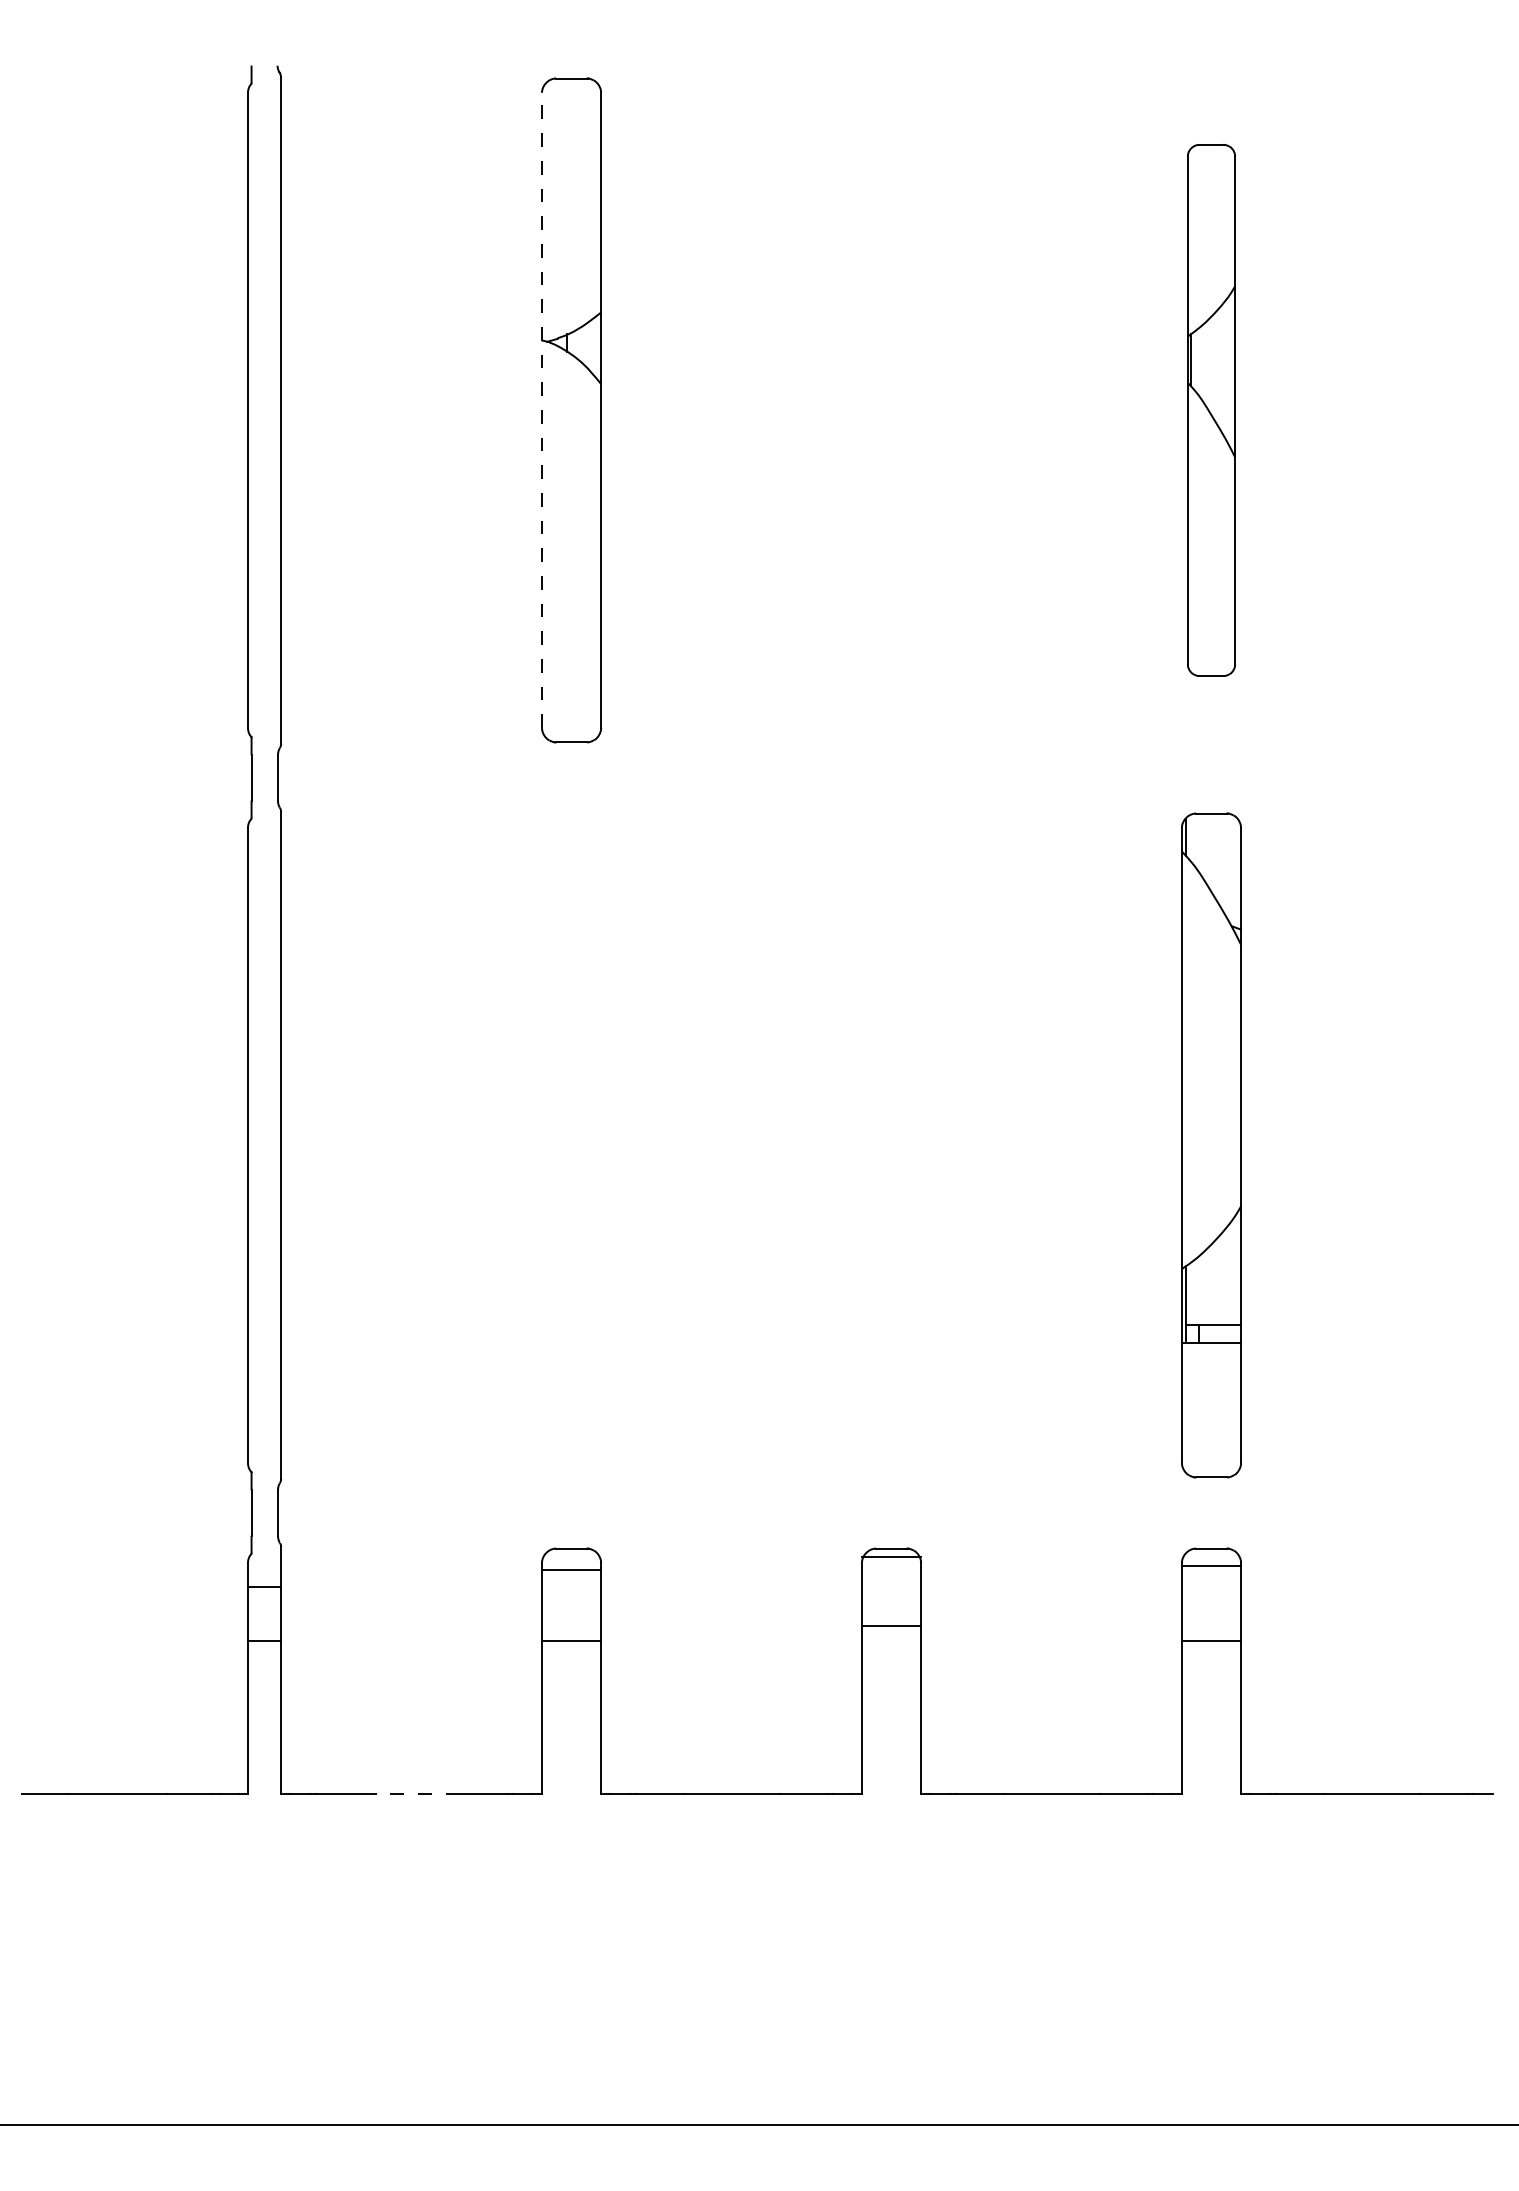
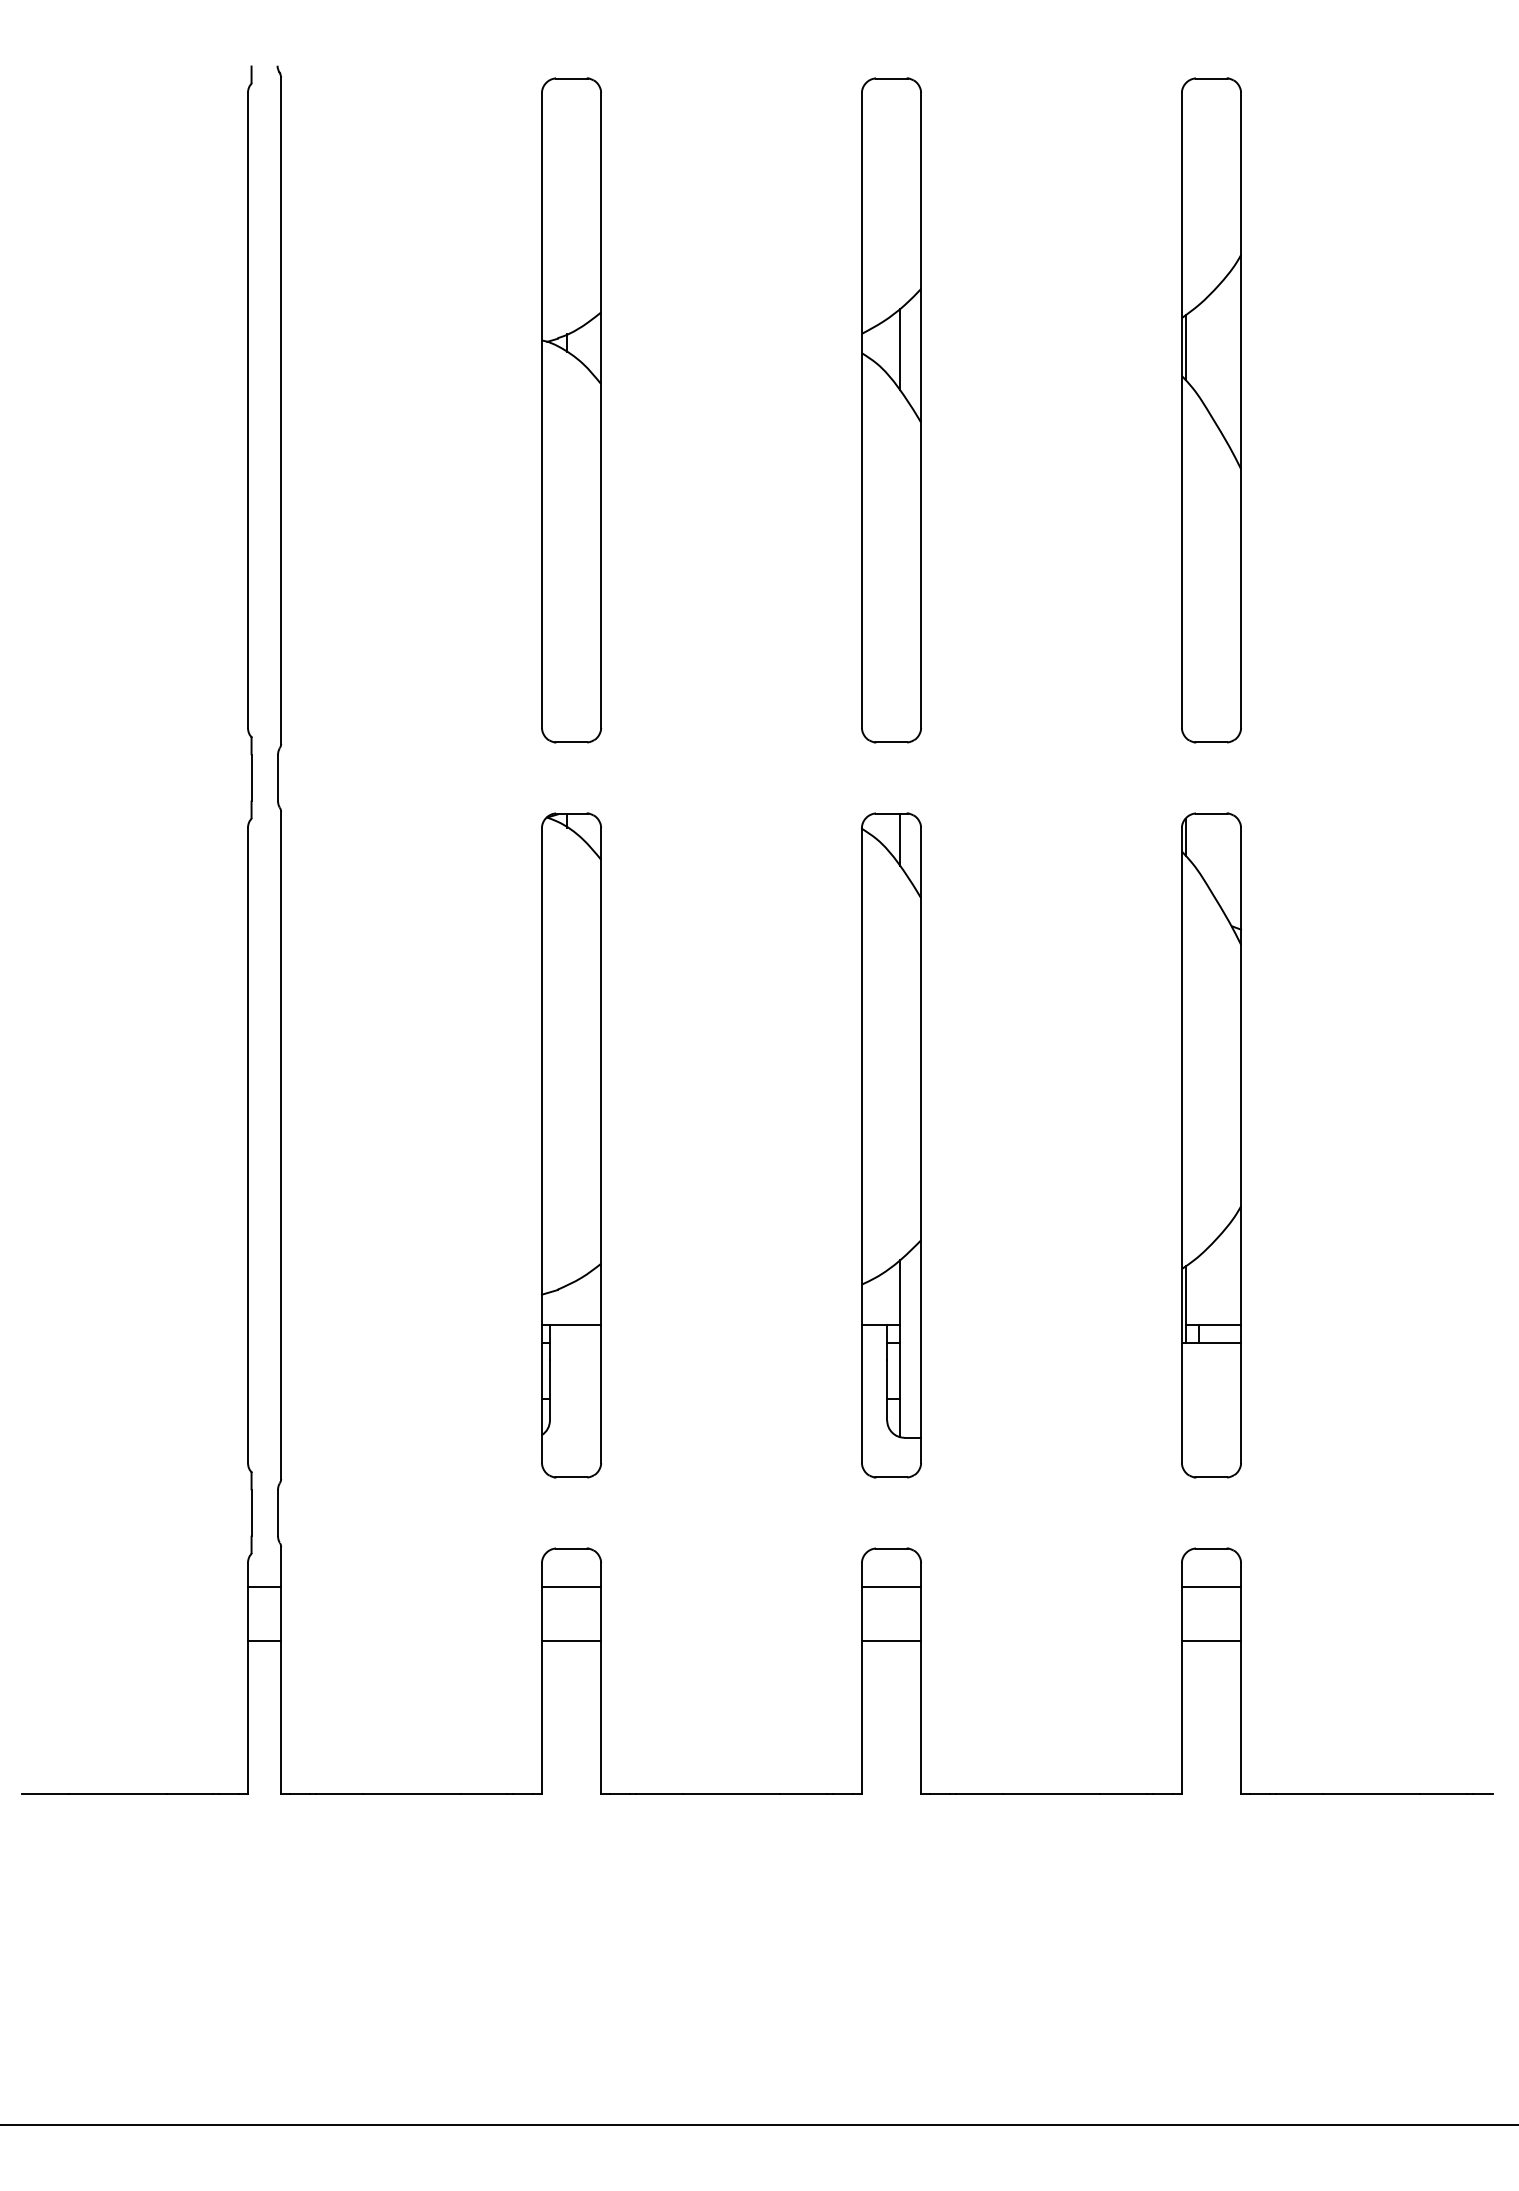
line at (541, 410): dashed -> solid
part at (891, 410): none -> present
part at (1211, 410) size: 49x533 px -> 61x667 px
part at (571, 1145): none -> present
part at (891, 1145): none -> present
line at (891, 1557) position: (891, 1557) -> (891, 1587)
line at (1211, 1566) position: (1211, 1566) -> (1211, 1587)
line at (571, 1570) position: (571, 1570) -> (571, 1587)
line at (891, 1626) position: (891, 1626) -> (891, 1641)
line at (411, 1794): dashed -> solid
